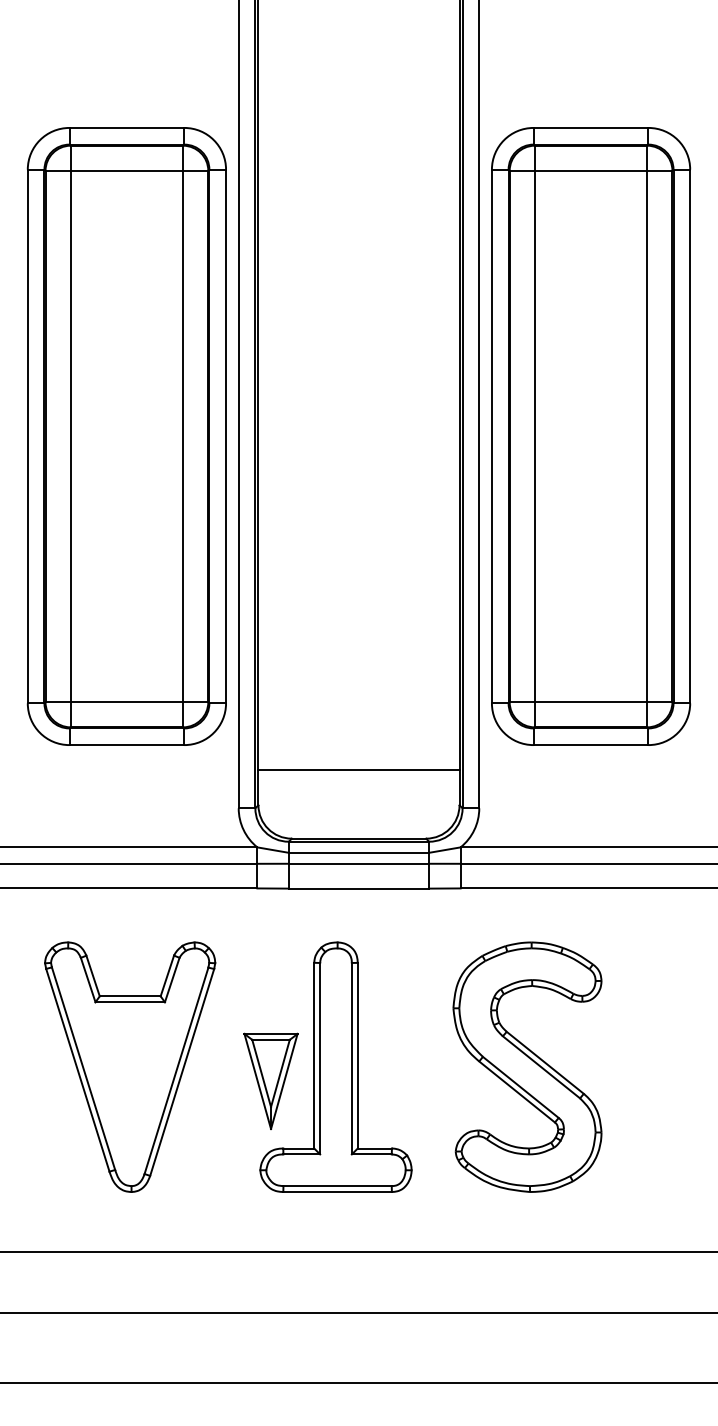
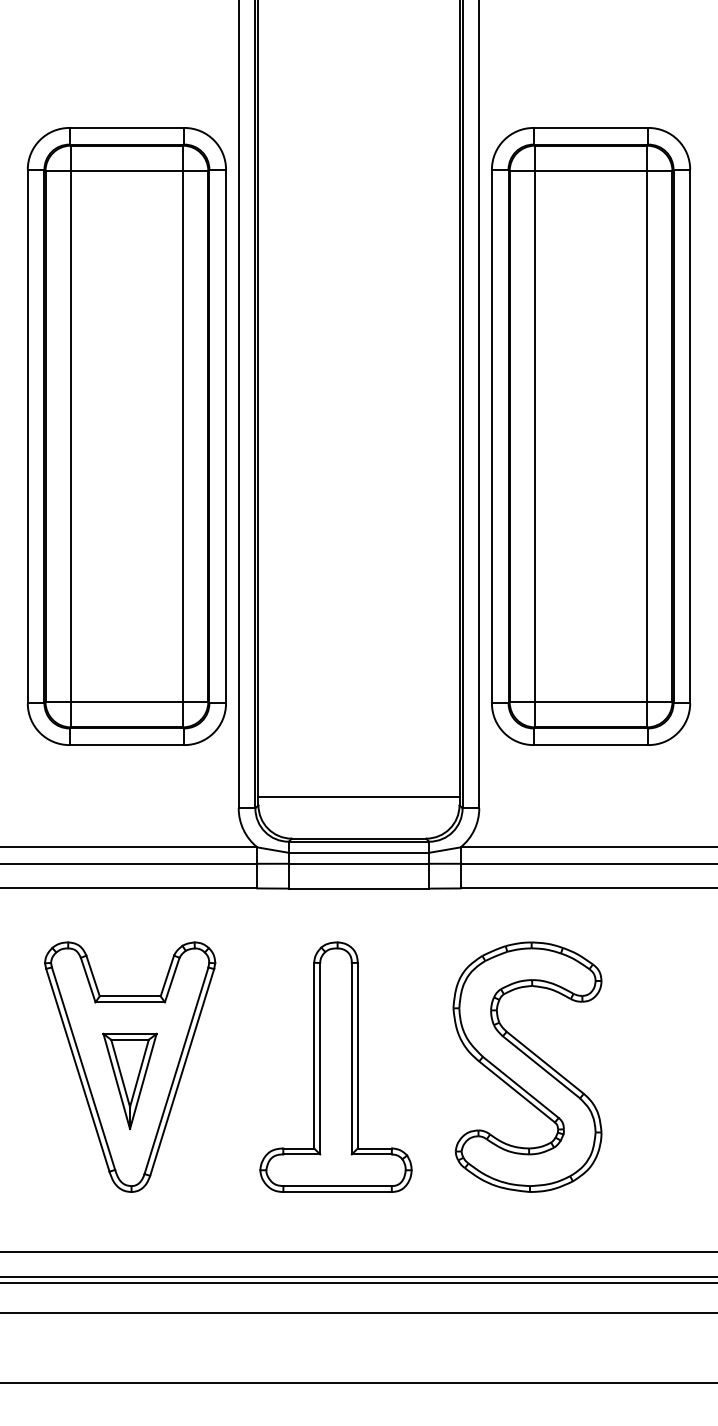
line at (358, 769) position: (358, 769) -> (358, 796)
part at (270, 1080) position: (270, 1080) -> (129, 1080)
line at (358, 1277): none -> present
line at (358, 1282): none -> present
